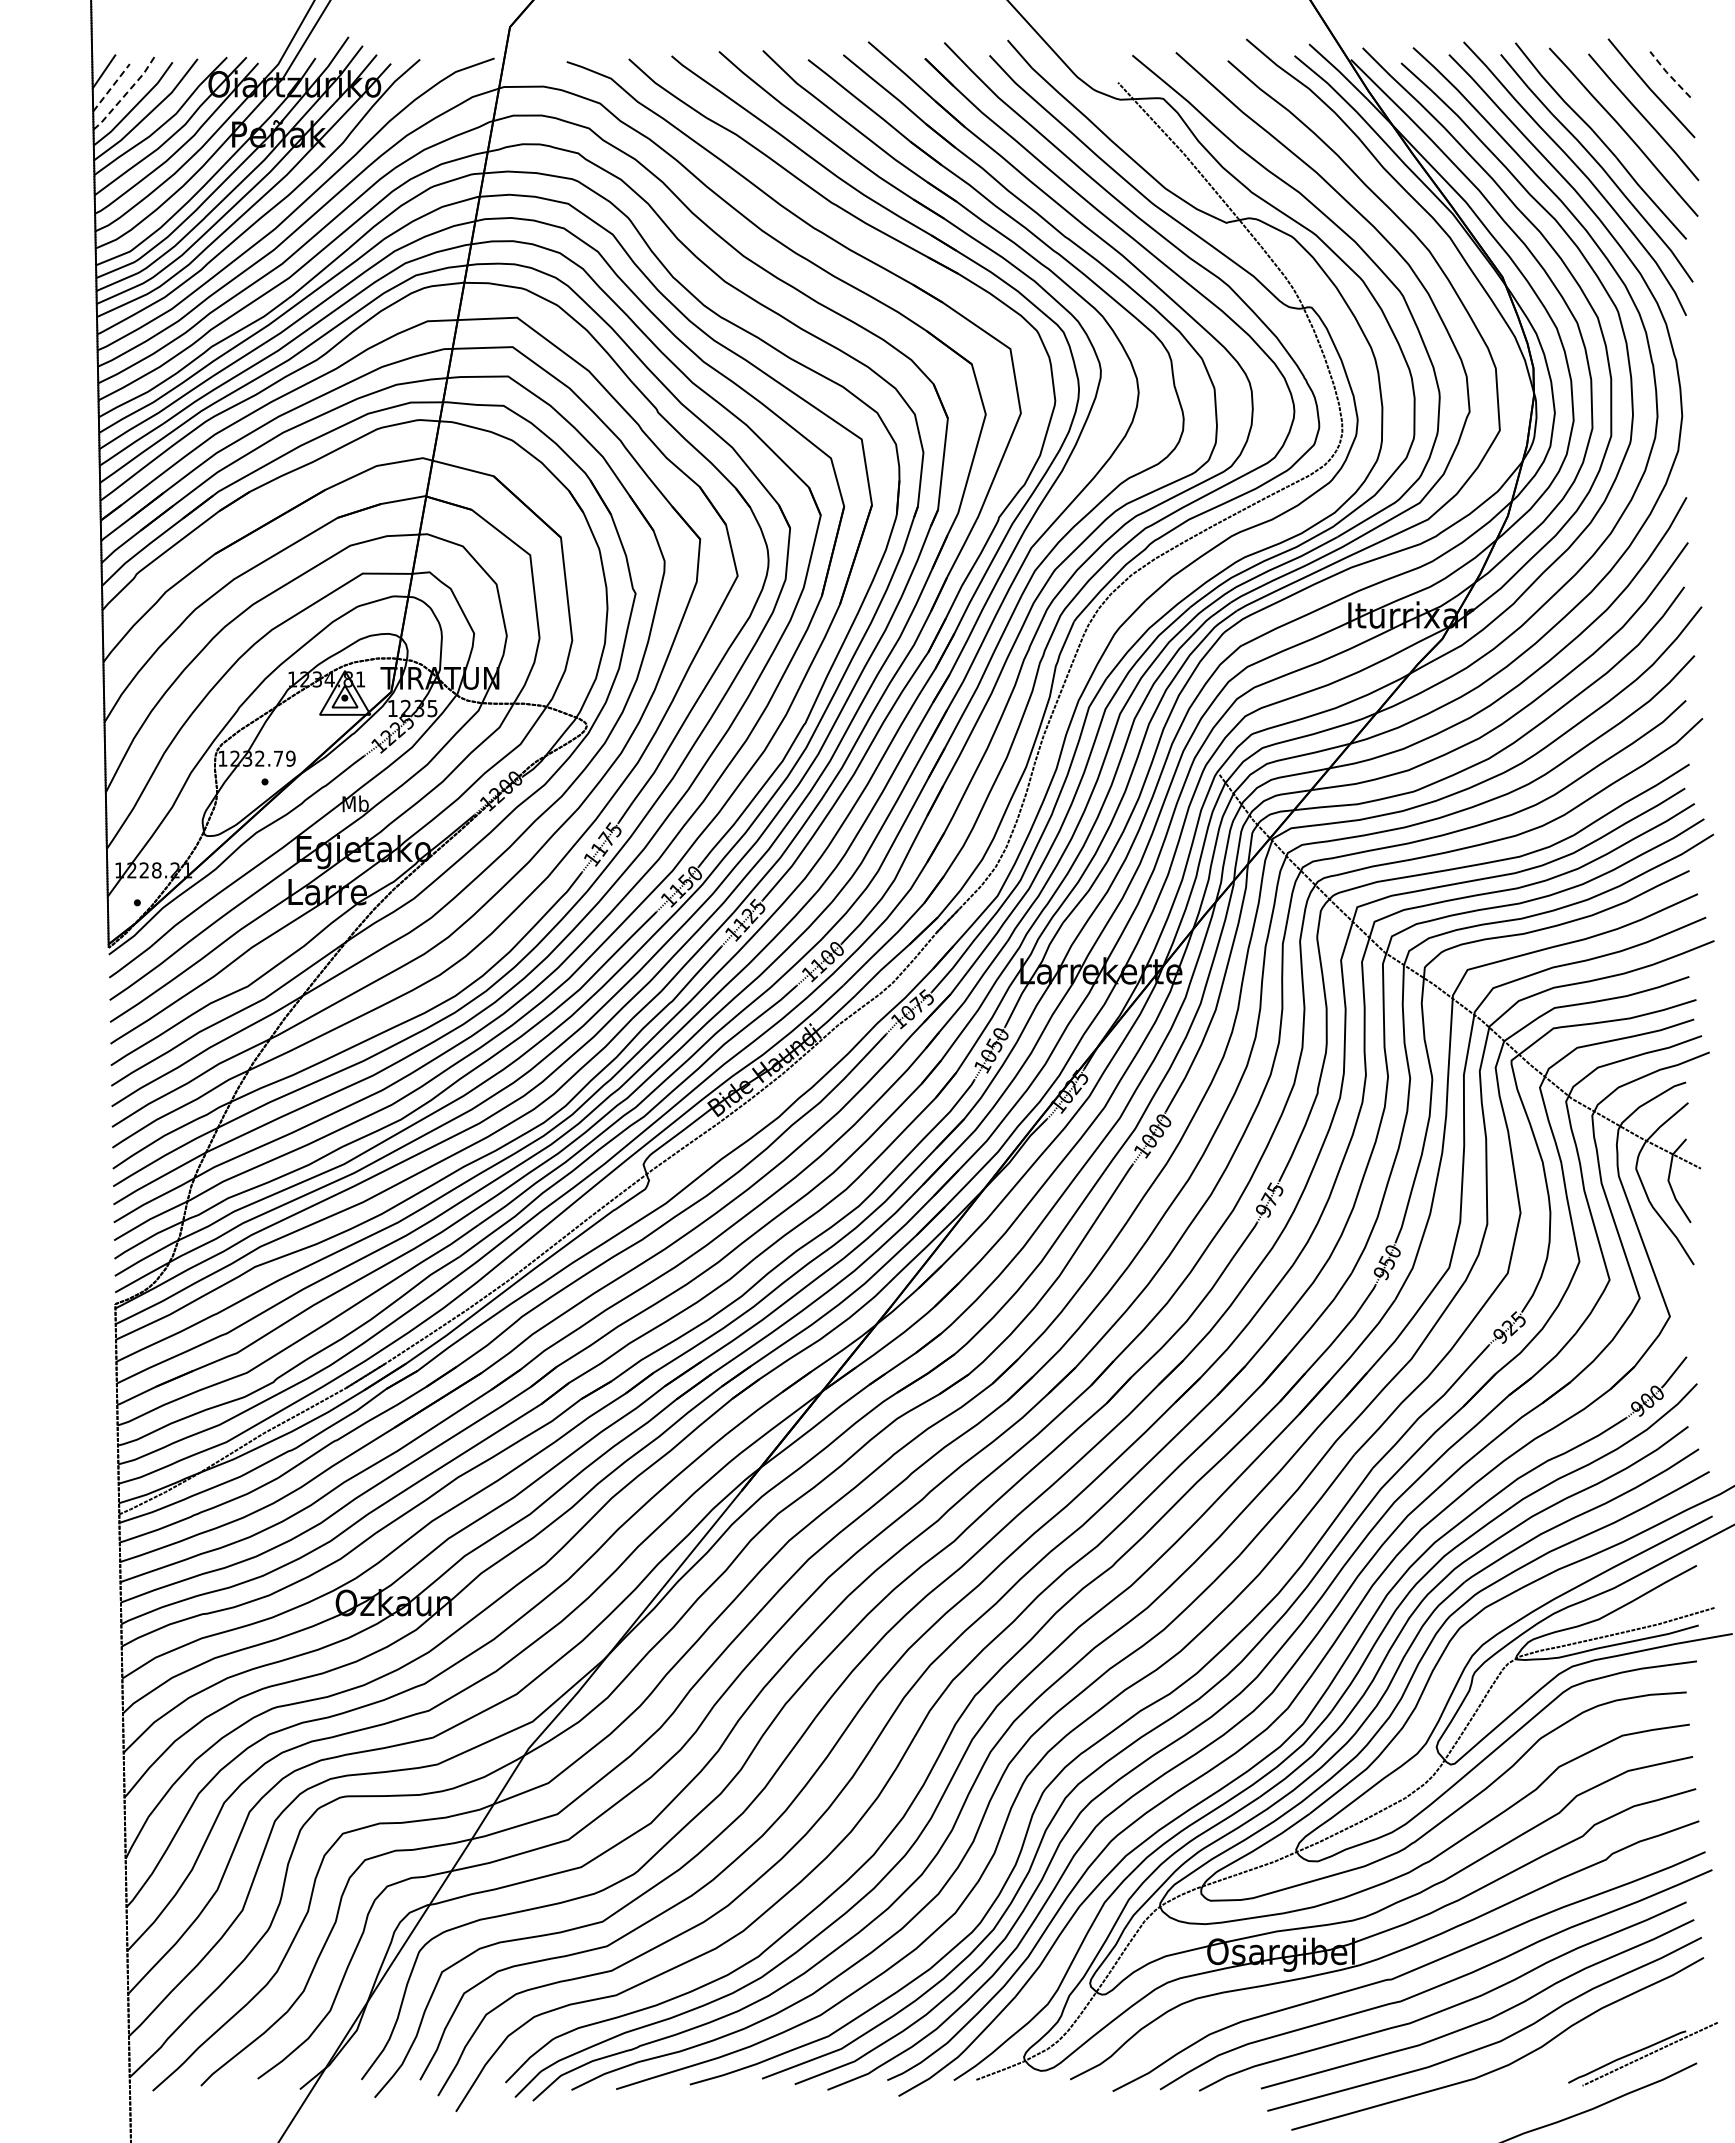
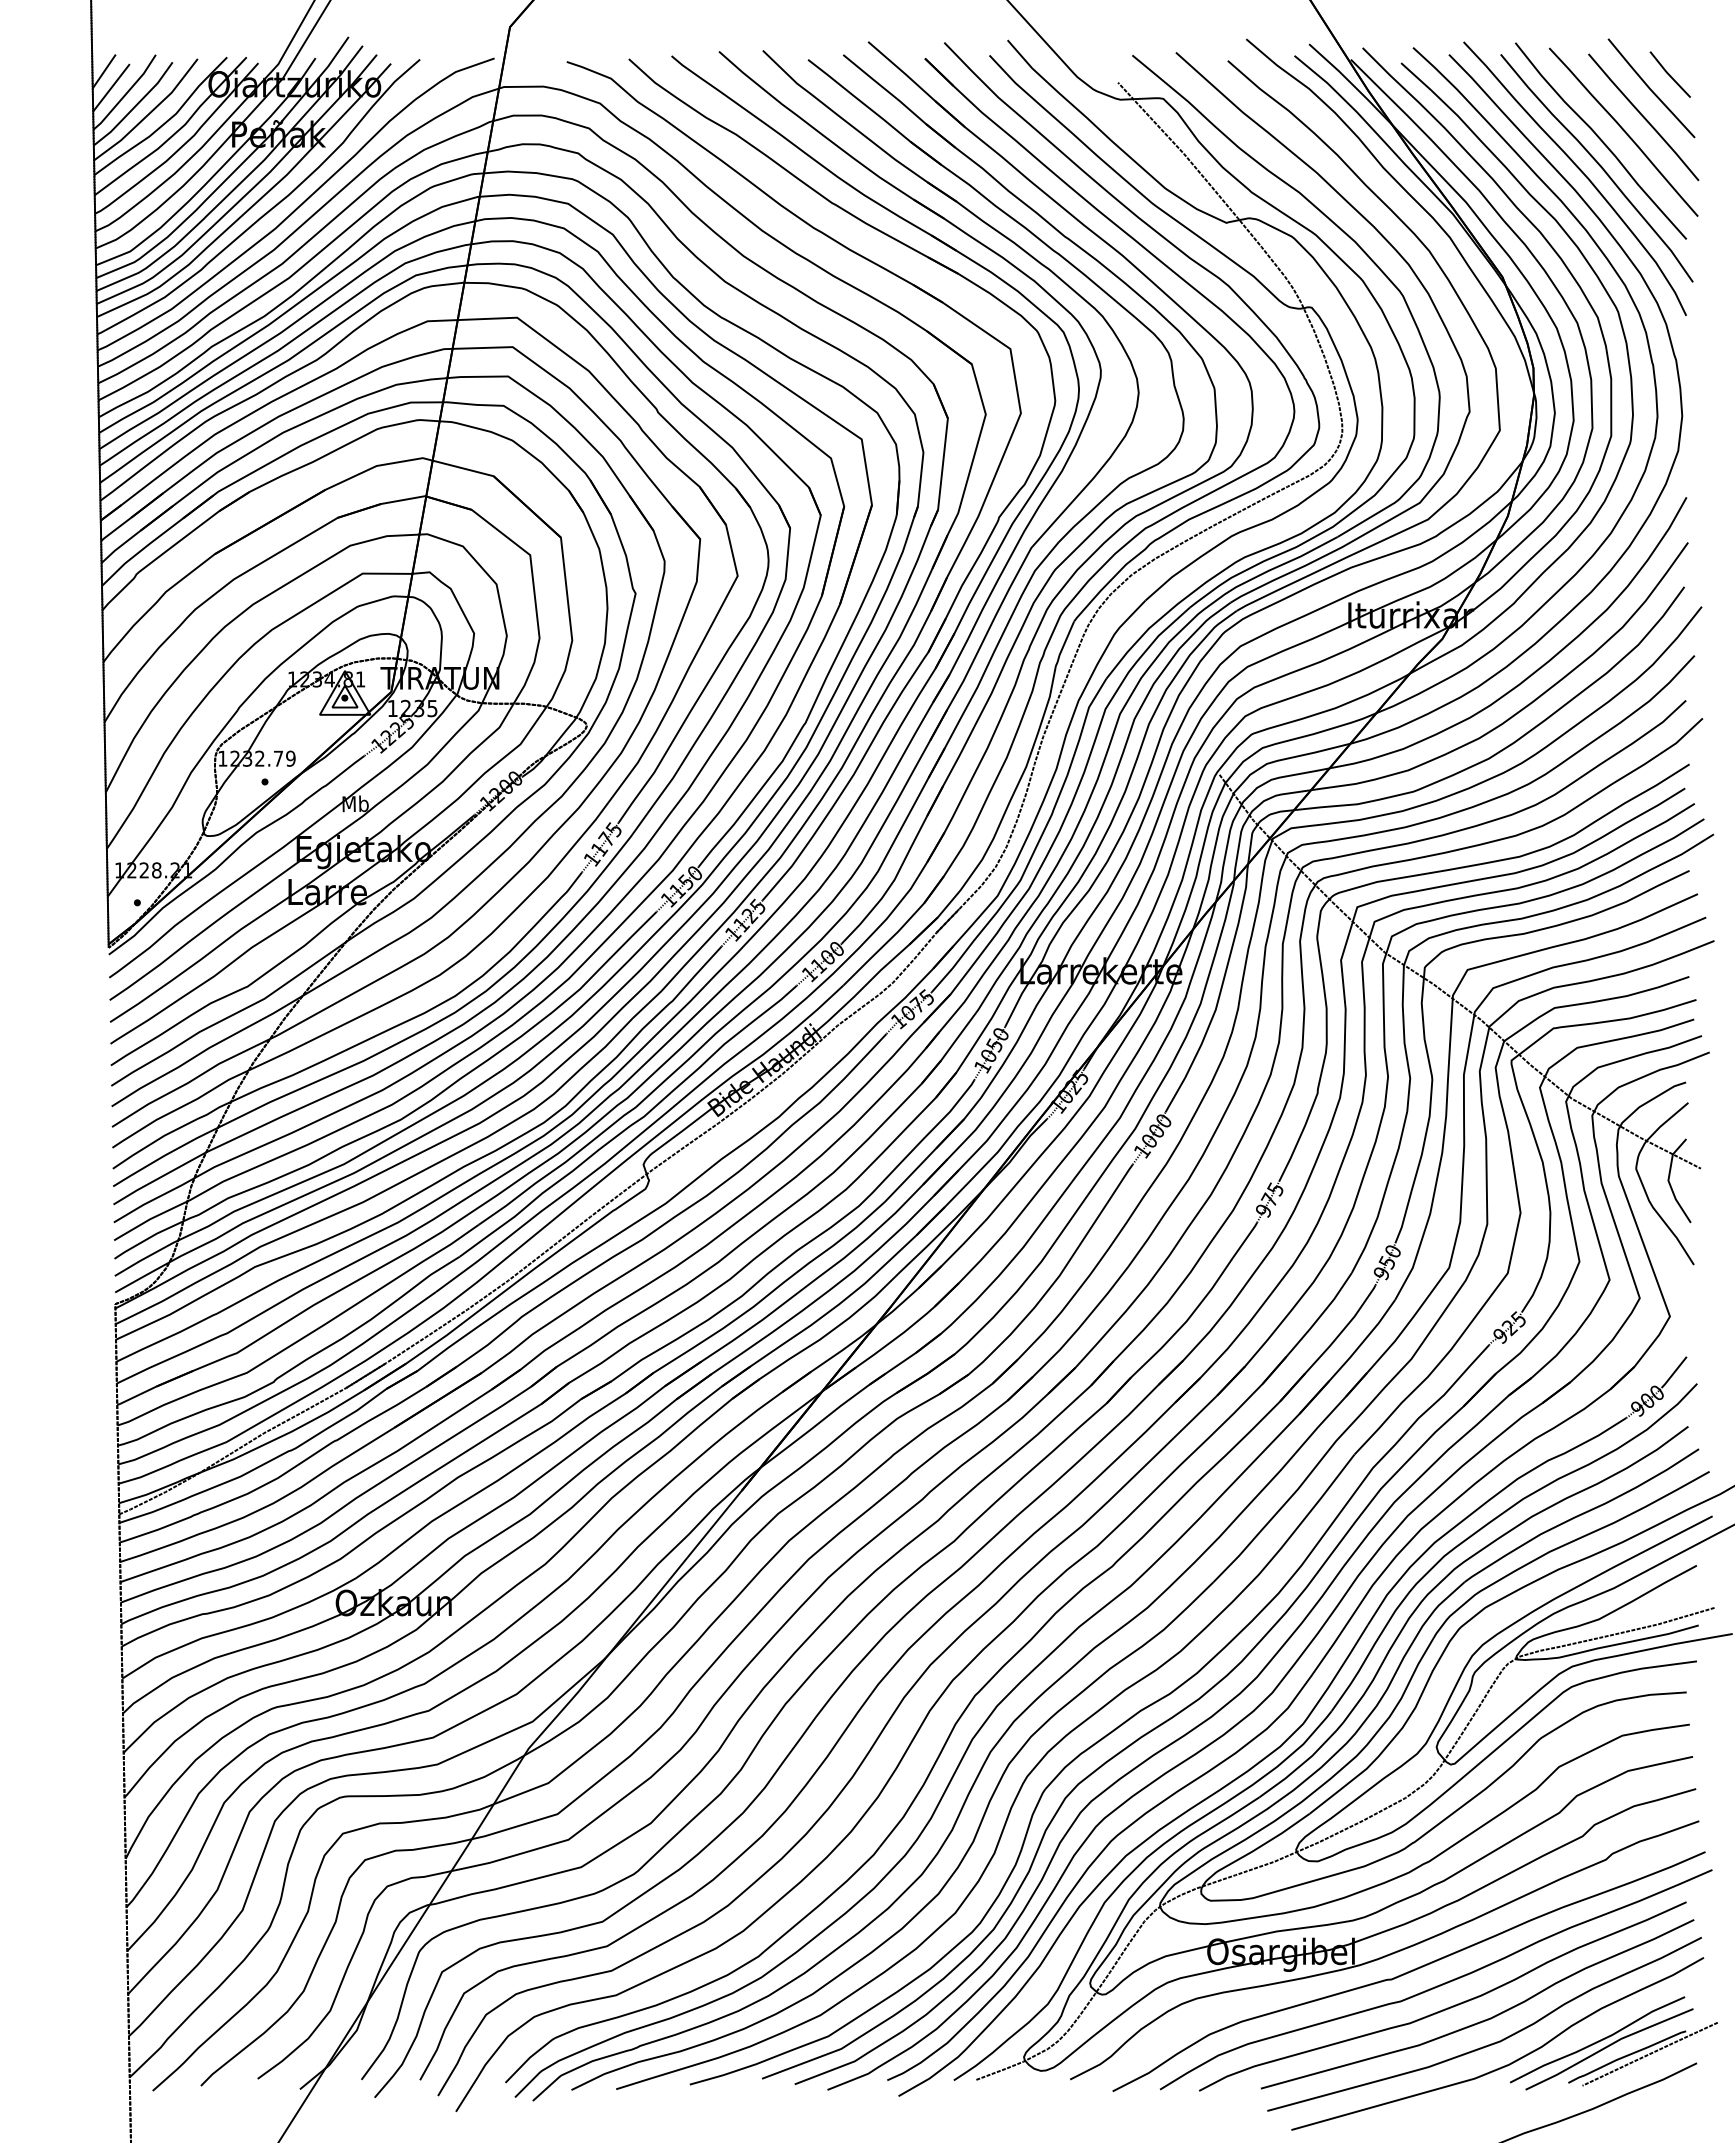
line at (1668, 74): dashed -> solid
line at (111, 87): dashed -> solid
line at (126, 93): dashed -> solid
part at (1601, 2043): none -> present
